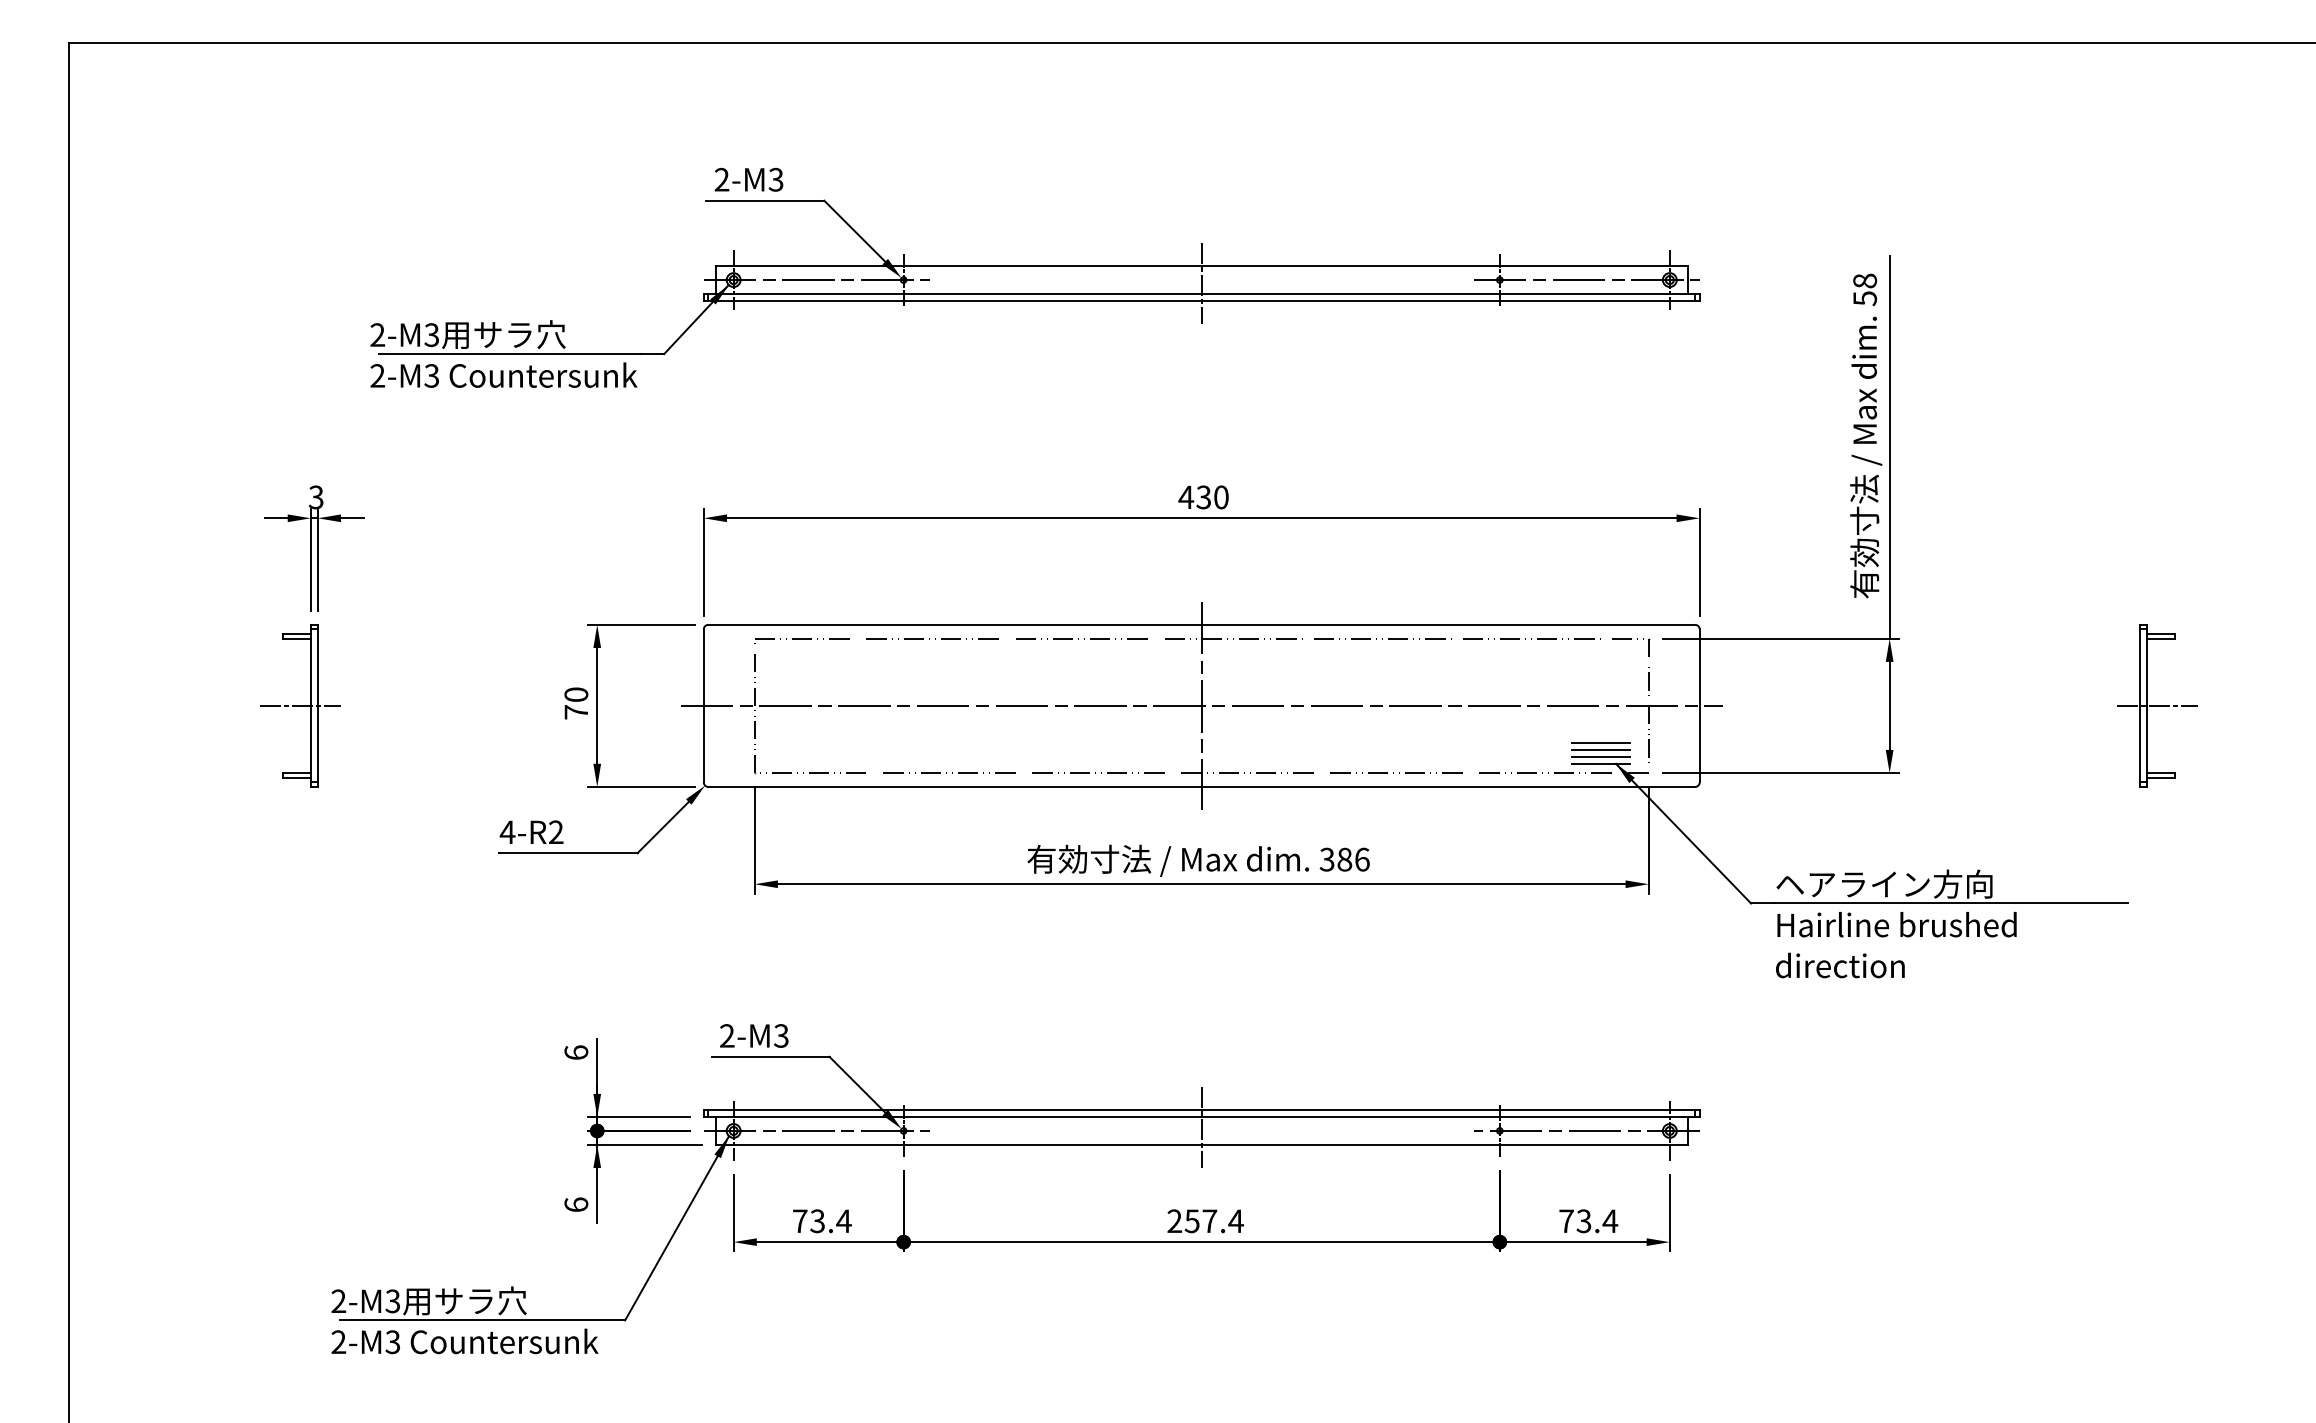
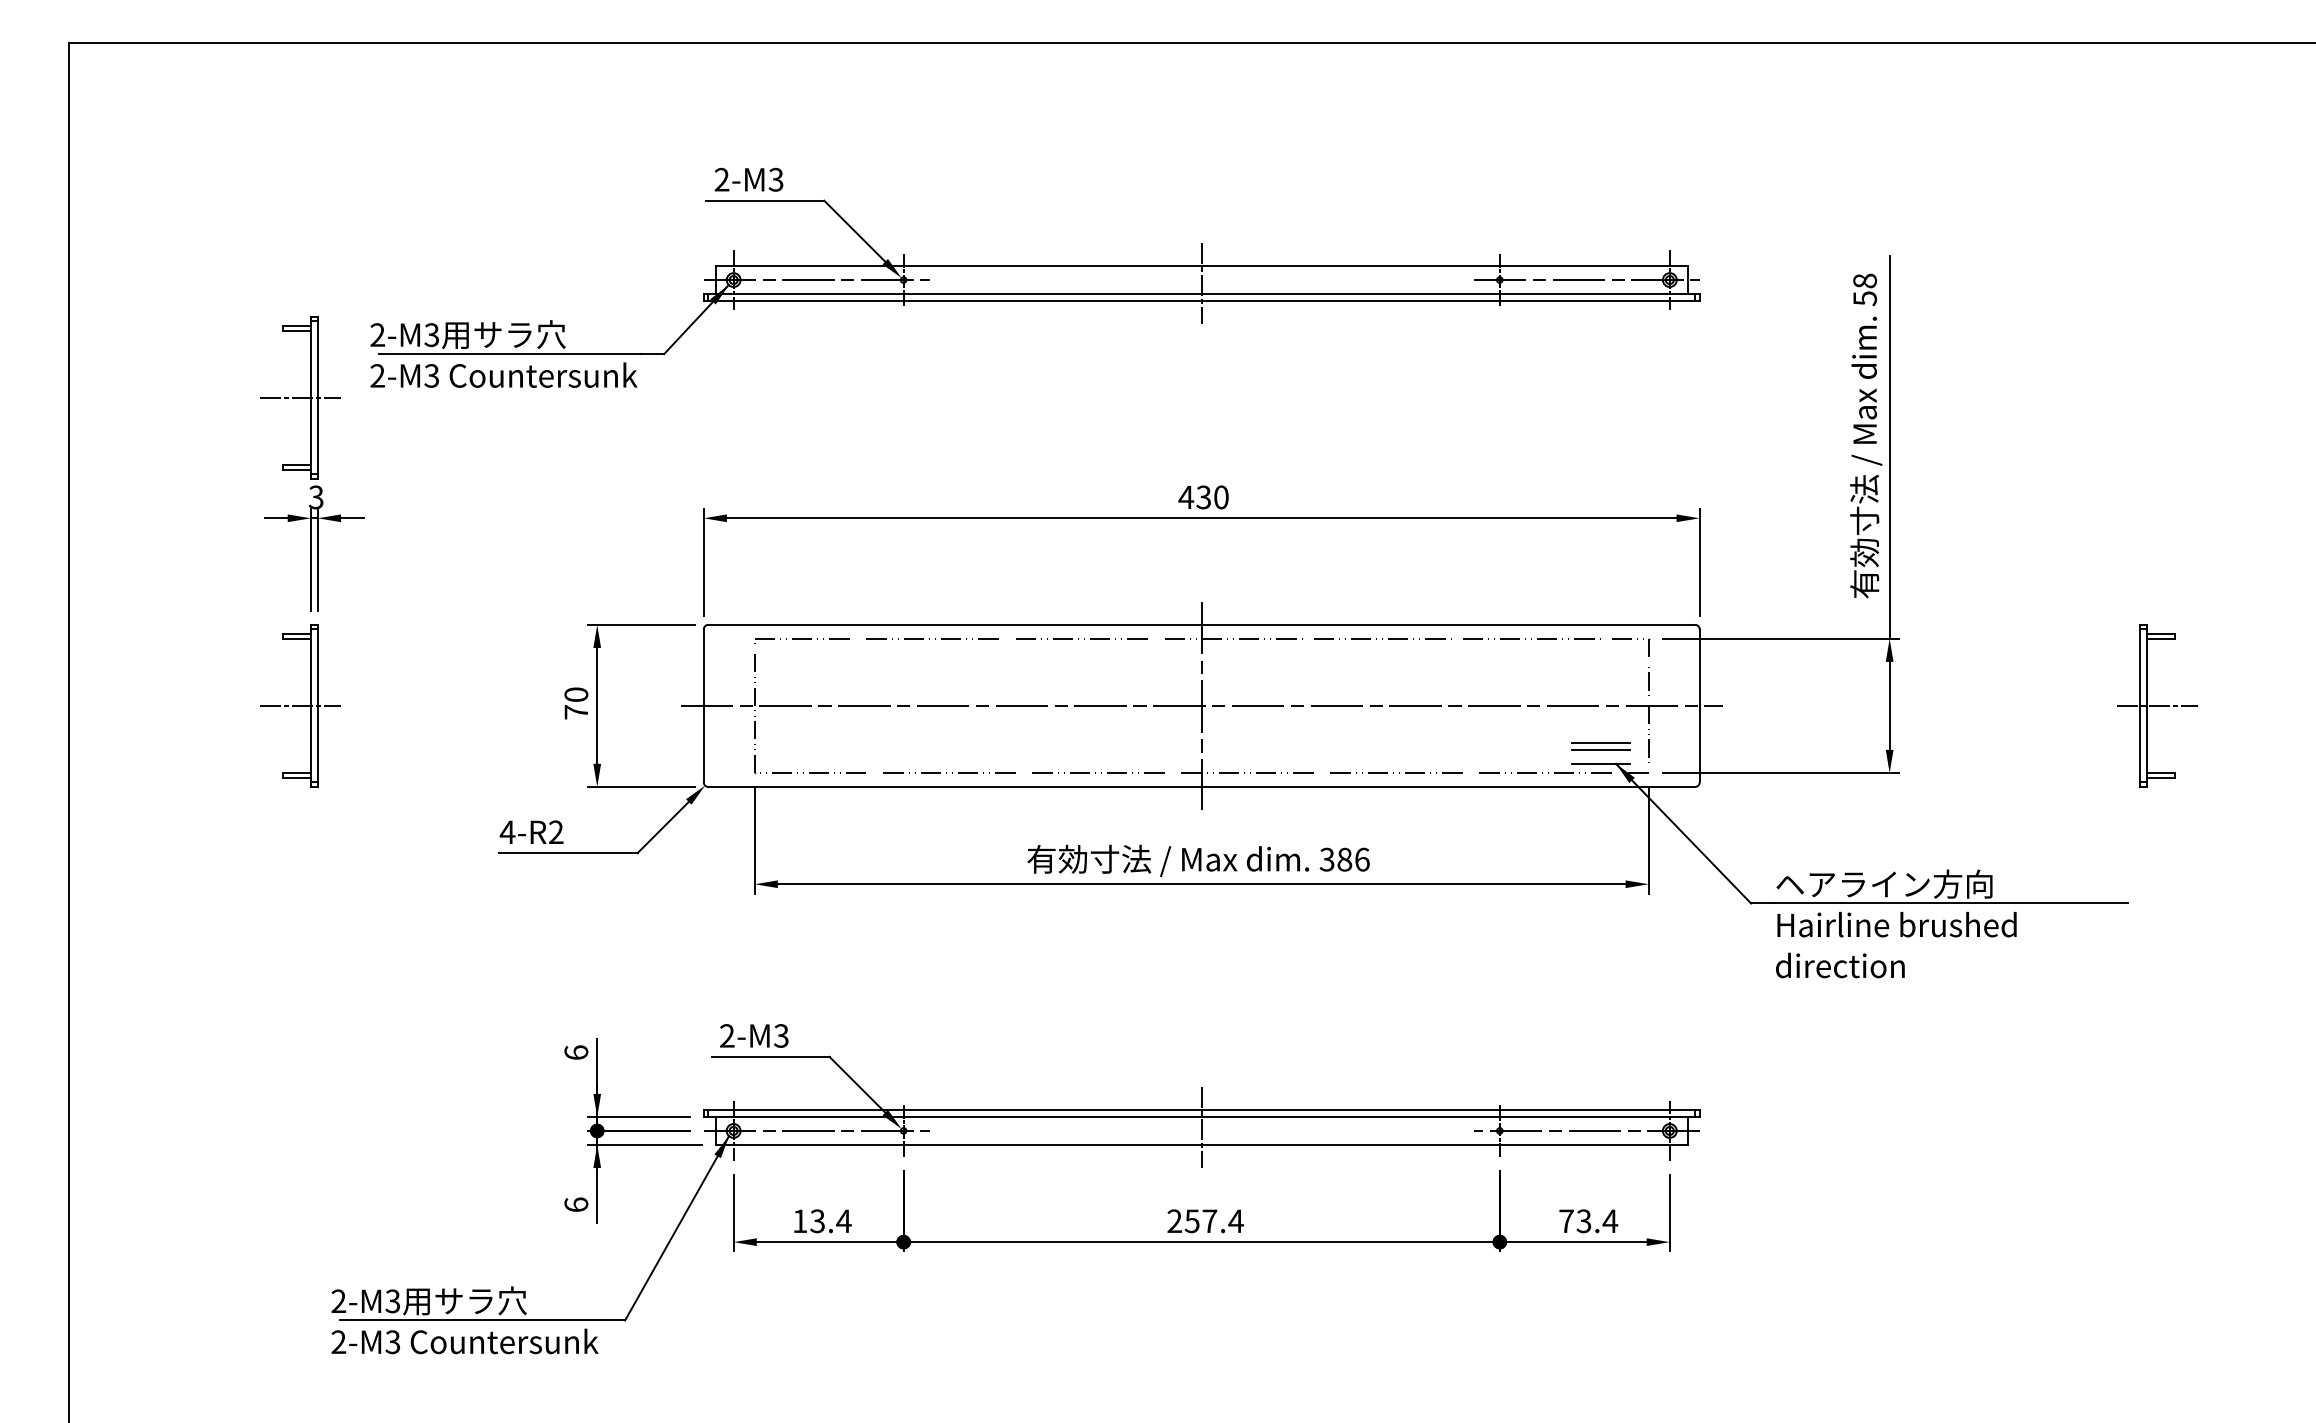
part at (300, 397): none -> present
line at (1601, 756): present -> none
text at (800, 1220): 73.4 -> 13.4
